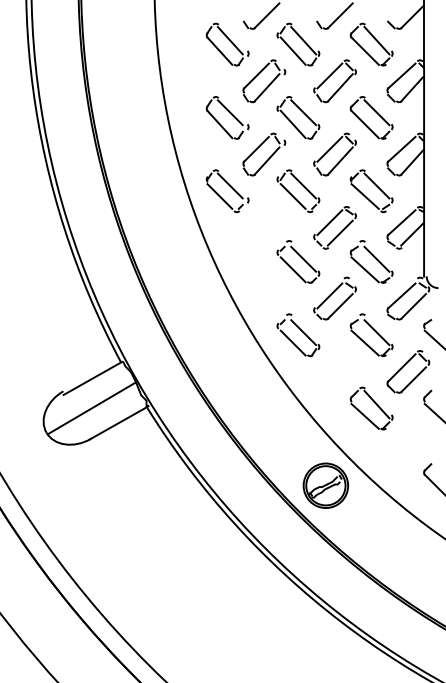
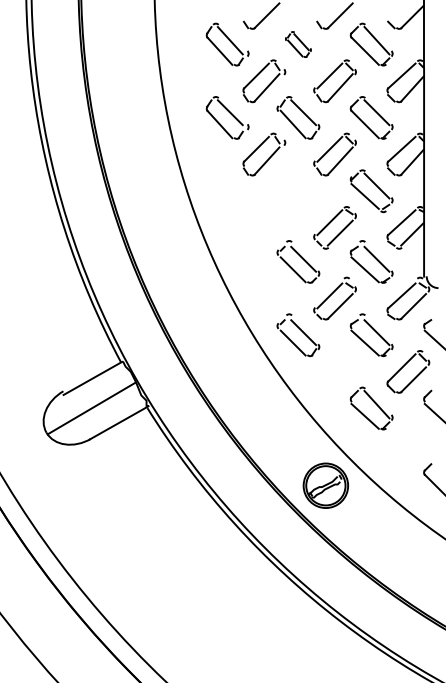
part at (298, 44) size: 45x45 px -> 27x27 px
part at (302, 186): present -> none
part at (227, 191): present -> none
